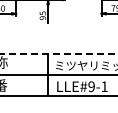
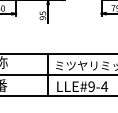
line at (59, 53): dashed -> solid
text at (104, 86): LLE#9-1 -> LLE#9-4
